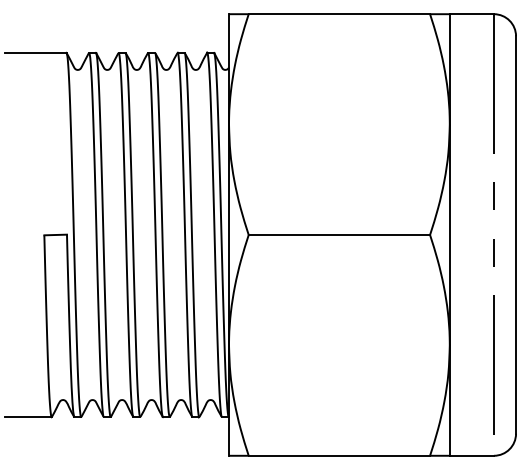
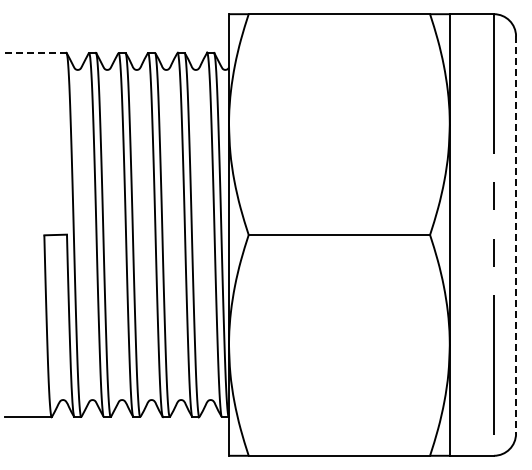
line at (35, 52): solid -> dashed
line at (516, 234): solid -> dashed
